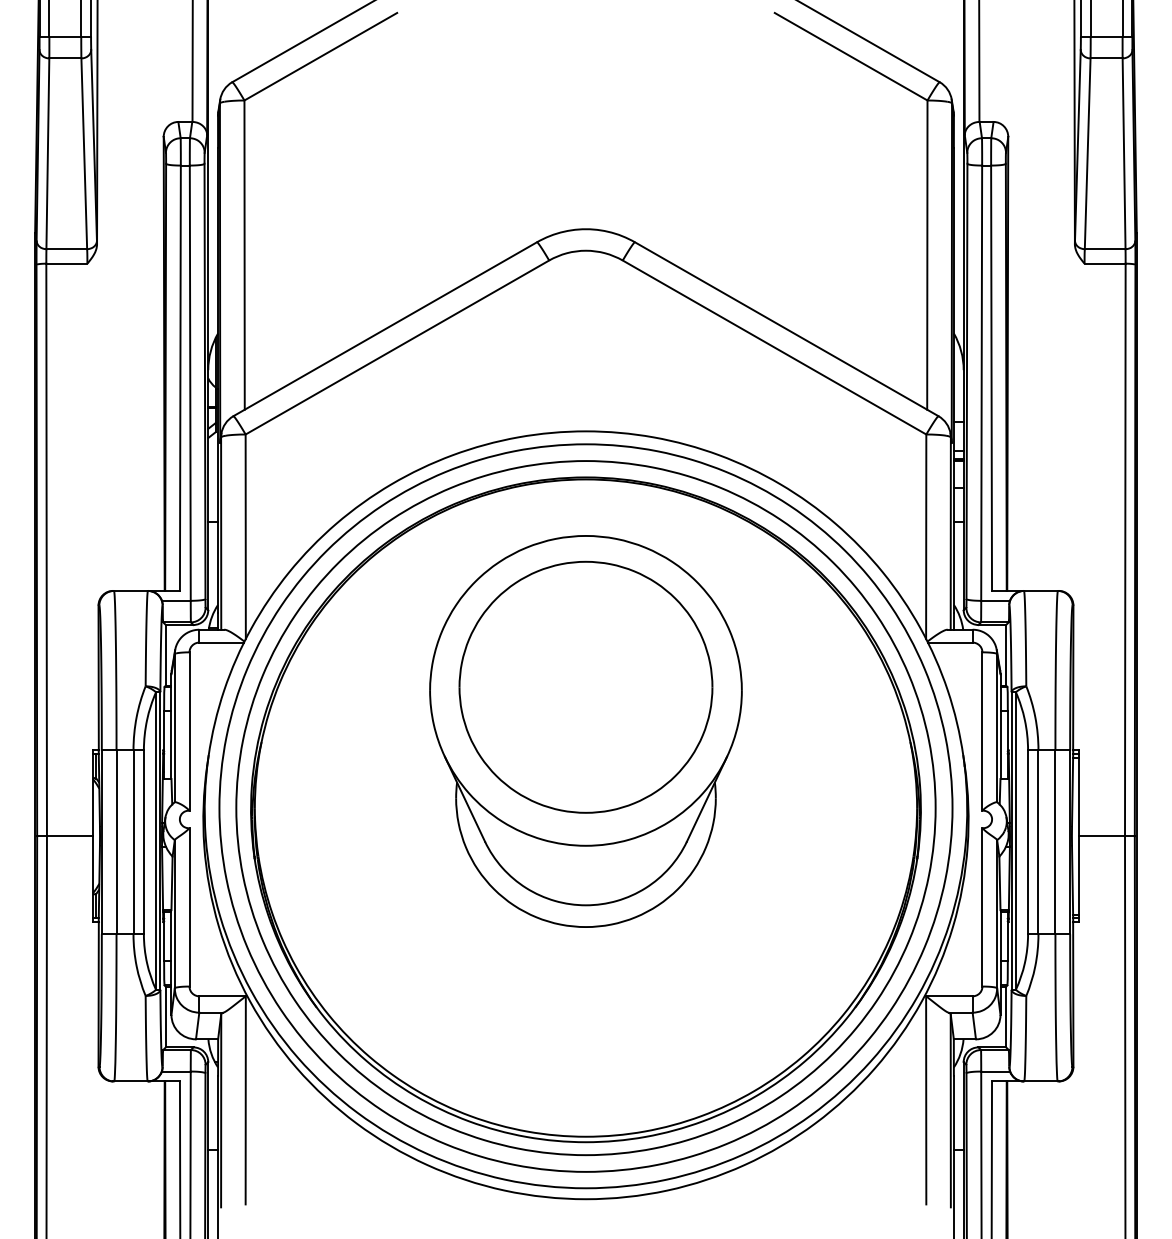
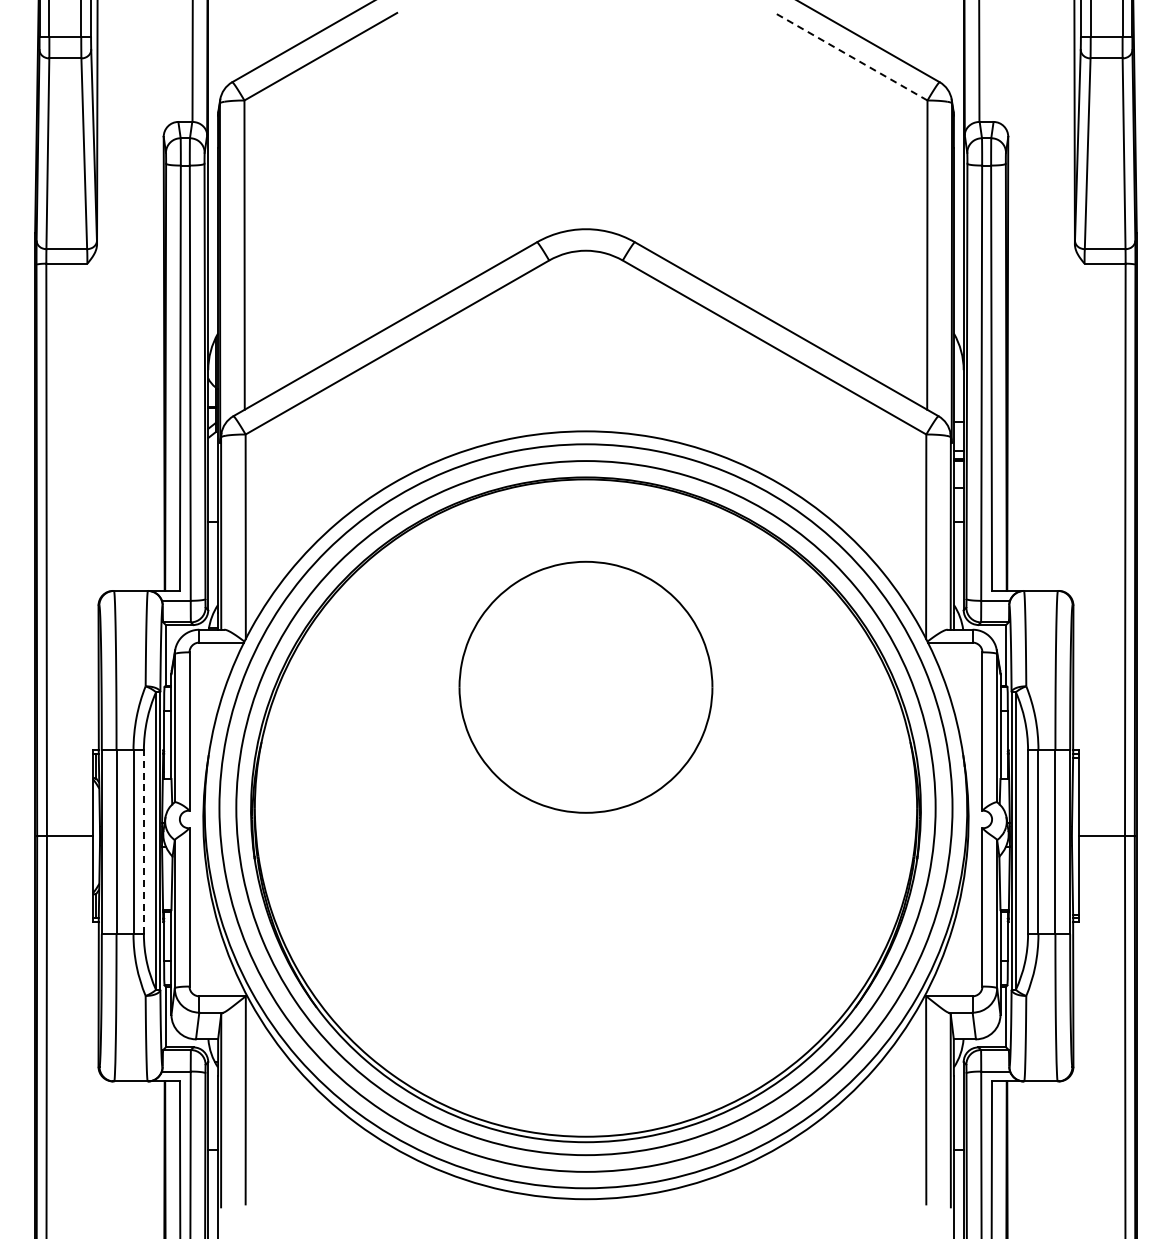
line at (850, 56): solid -> dashed
part at (585, 731): present -> none
line at (143, 842): solid -> dashed
